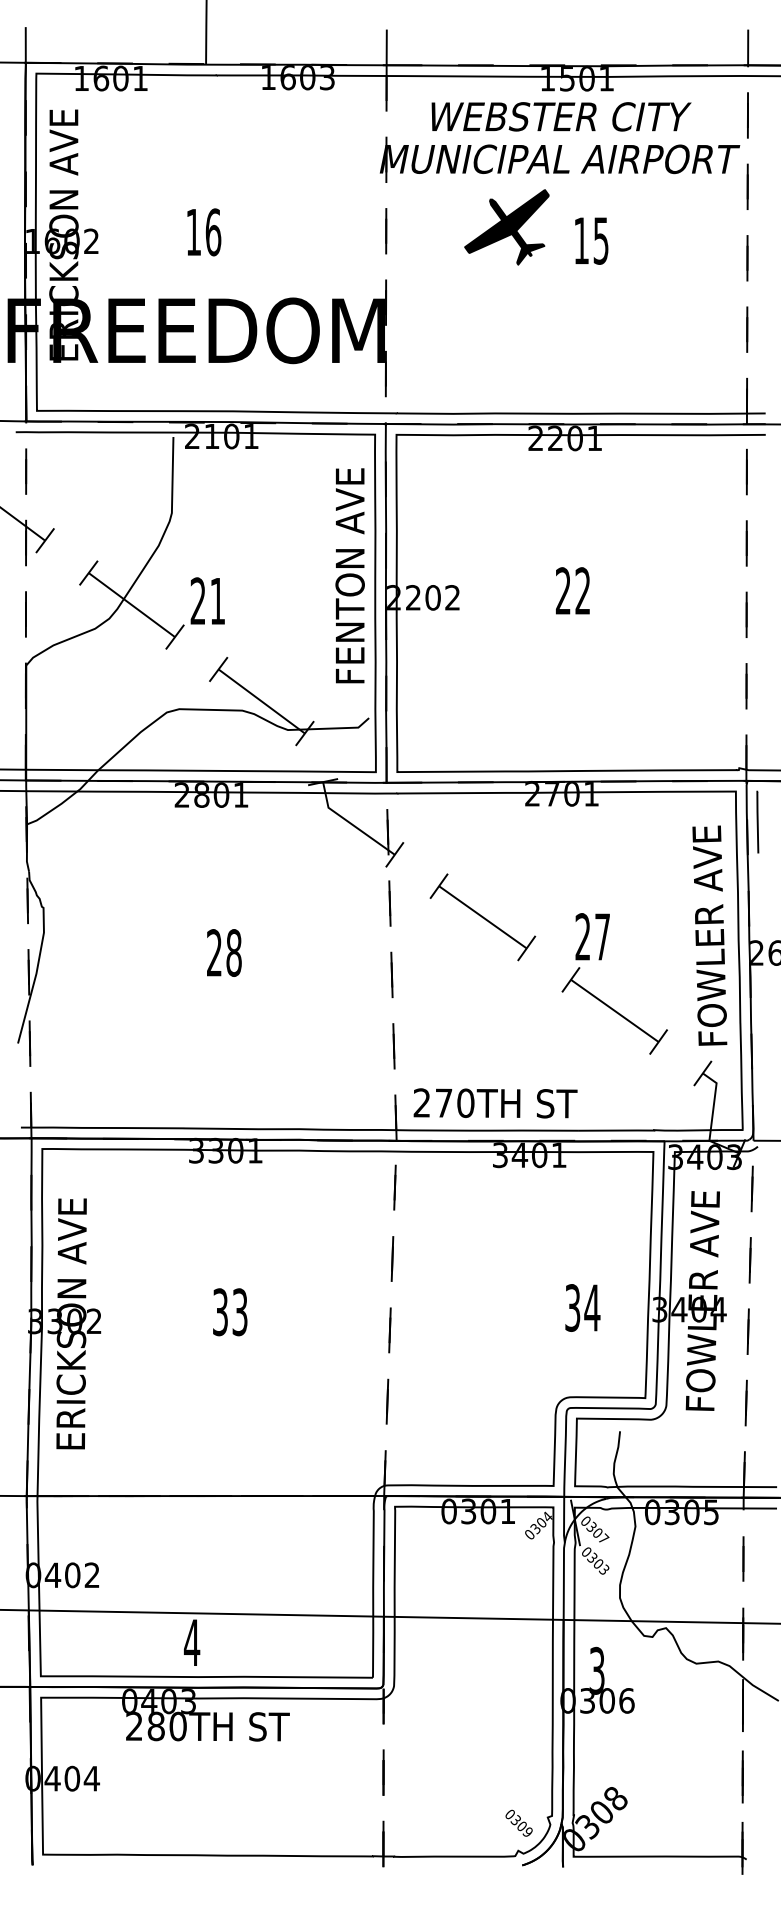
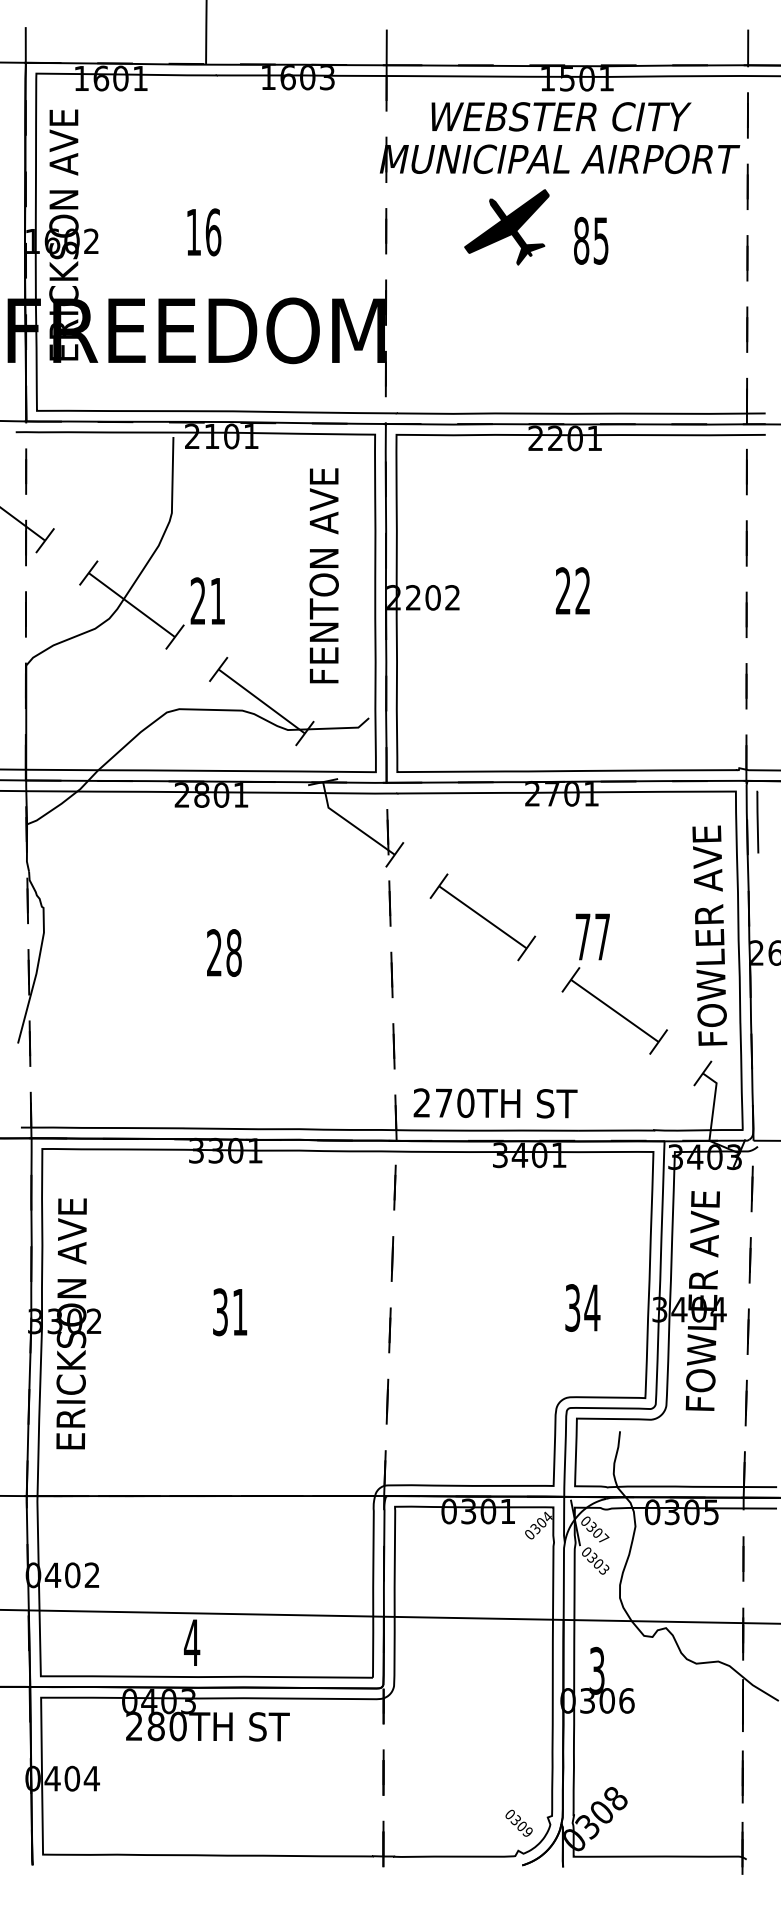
text at (581, 240): 15 -> 85
text at (349, 575) position: (349, 575) -> (323, 575)
text at (582, 936): 27 -> 77
text at (239, 1312): 33 -> 31
